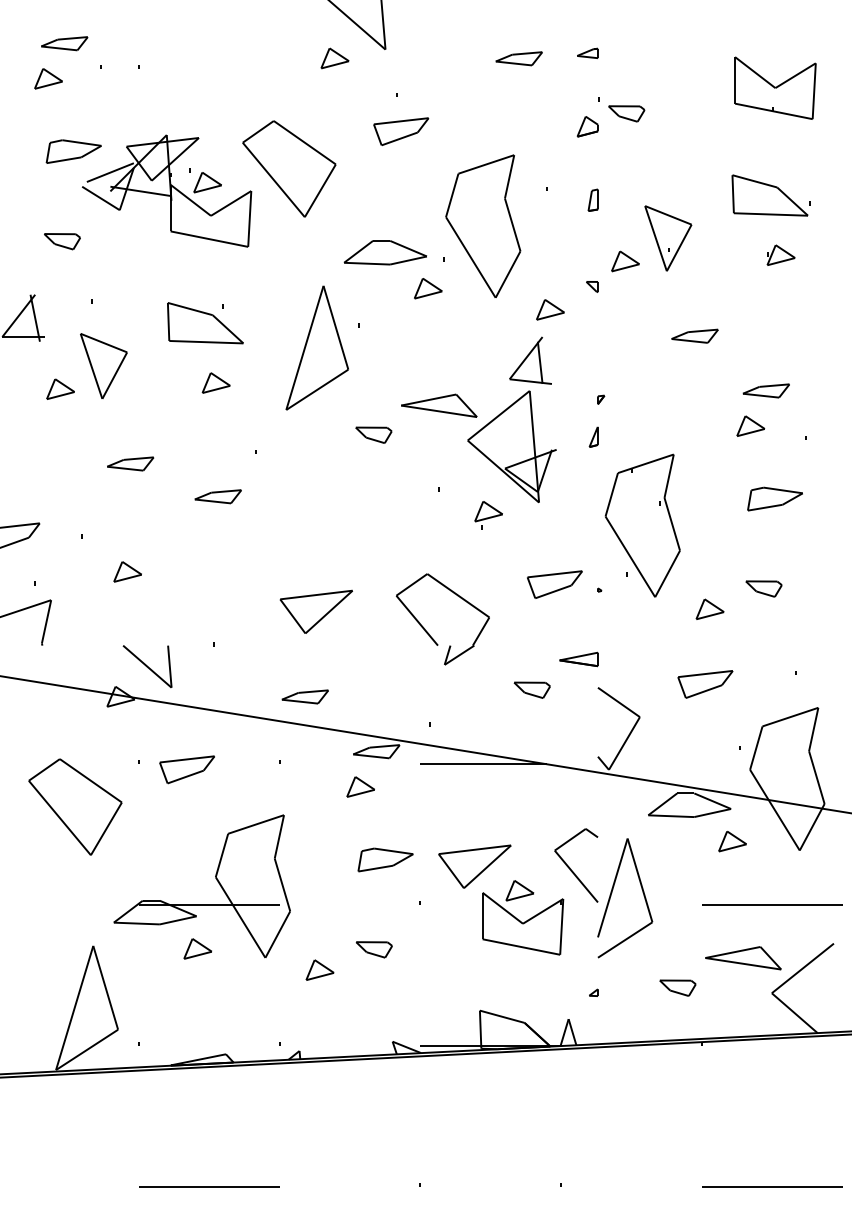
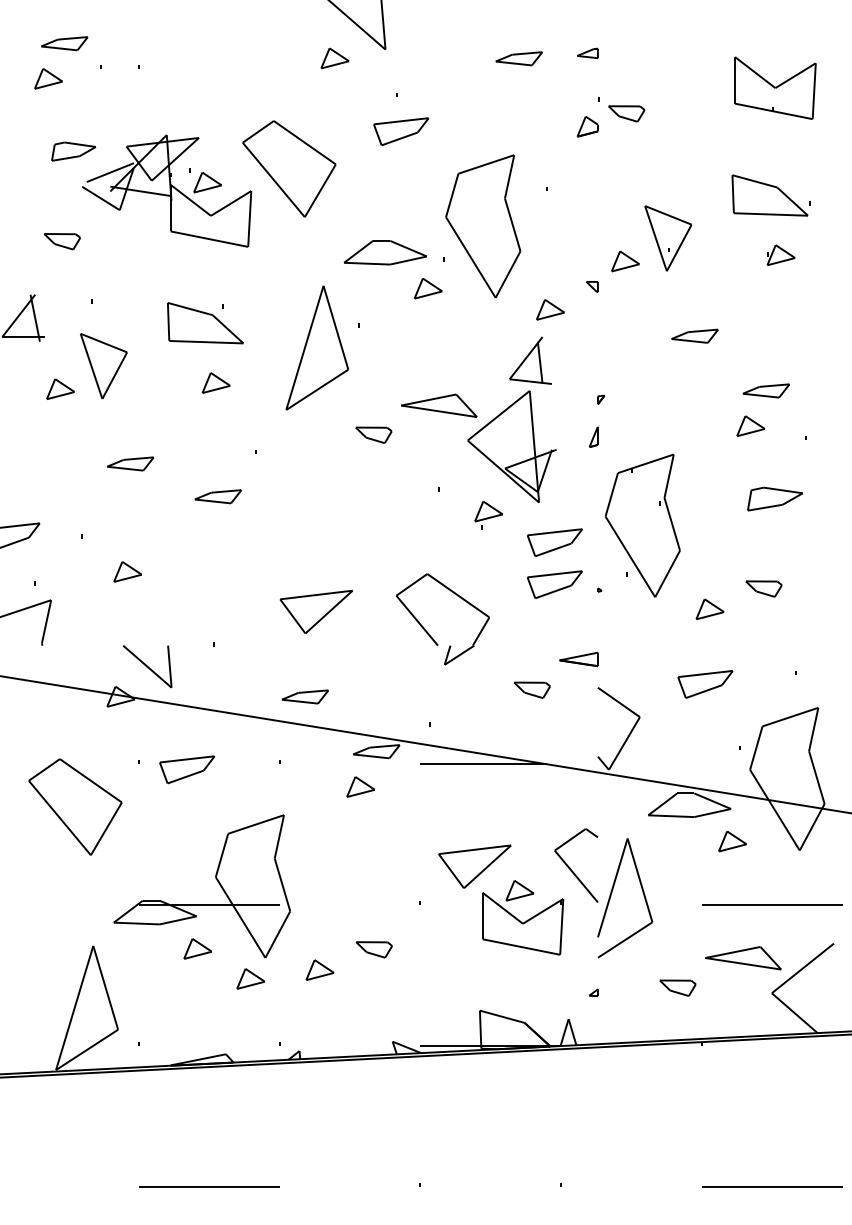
part at (73, 151) size: 57x25 px -> 46x21 px
part at (592, 199): present -> none
part at (554, 542): none -> present
part at (385, 859): present -> none
part at (250, 978): none -> present
